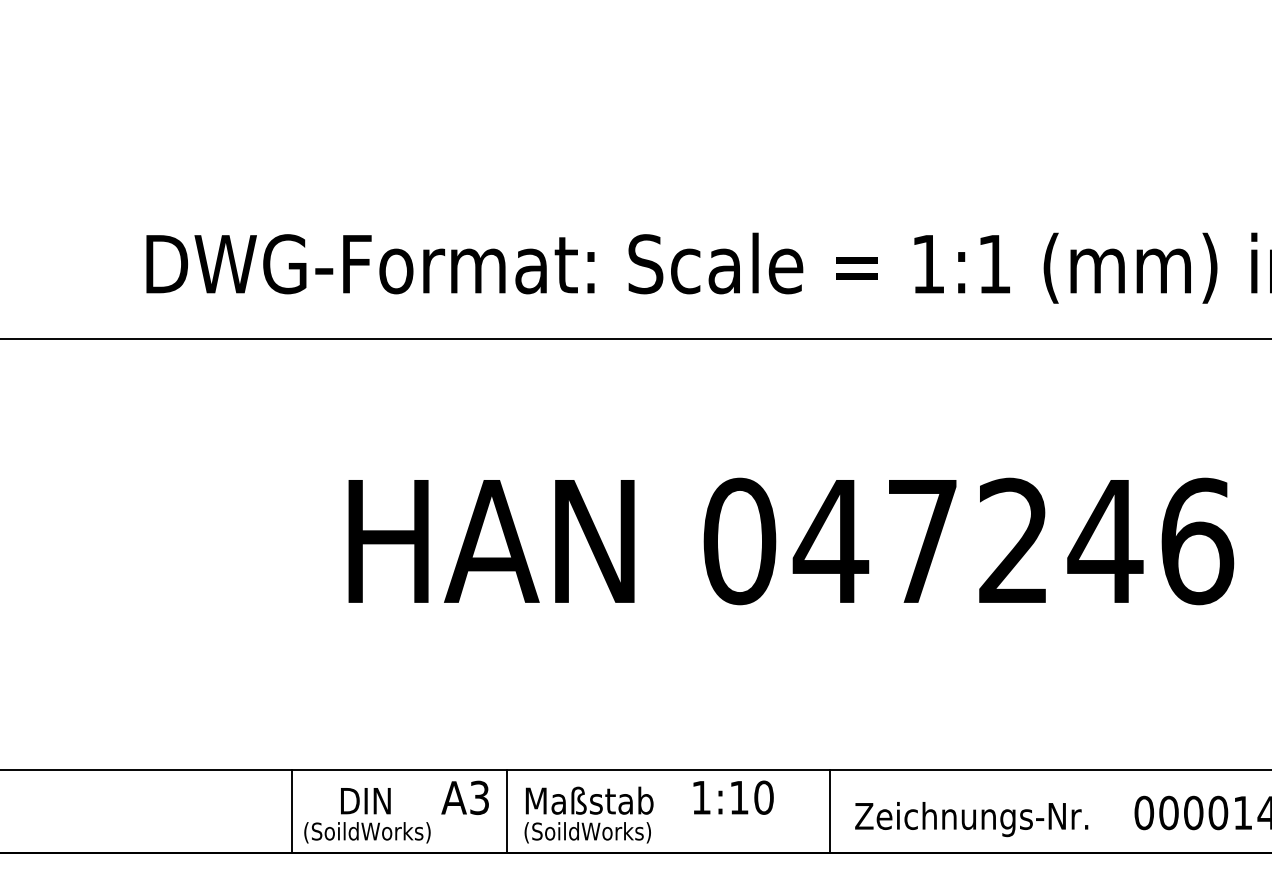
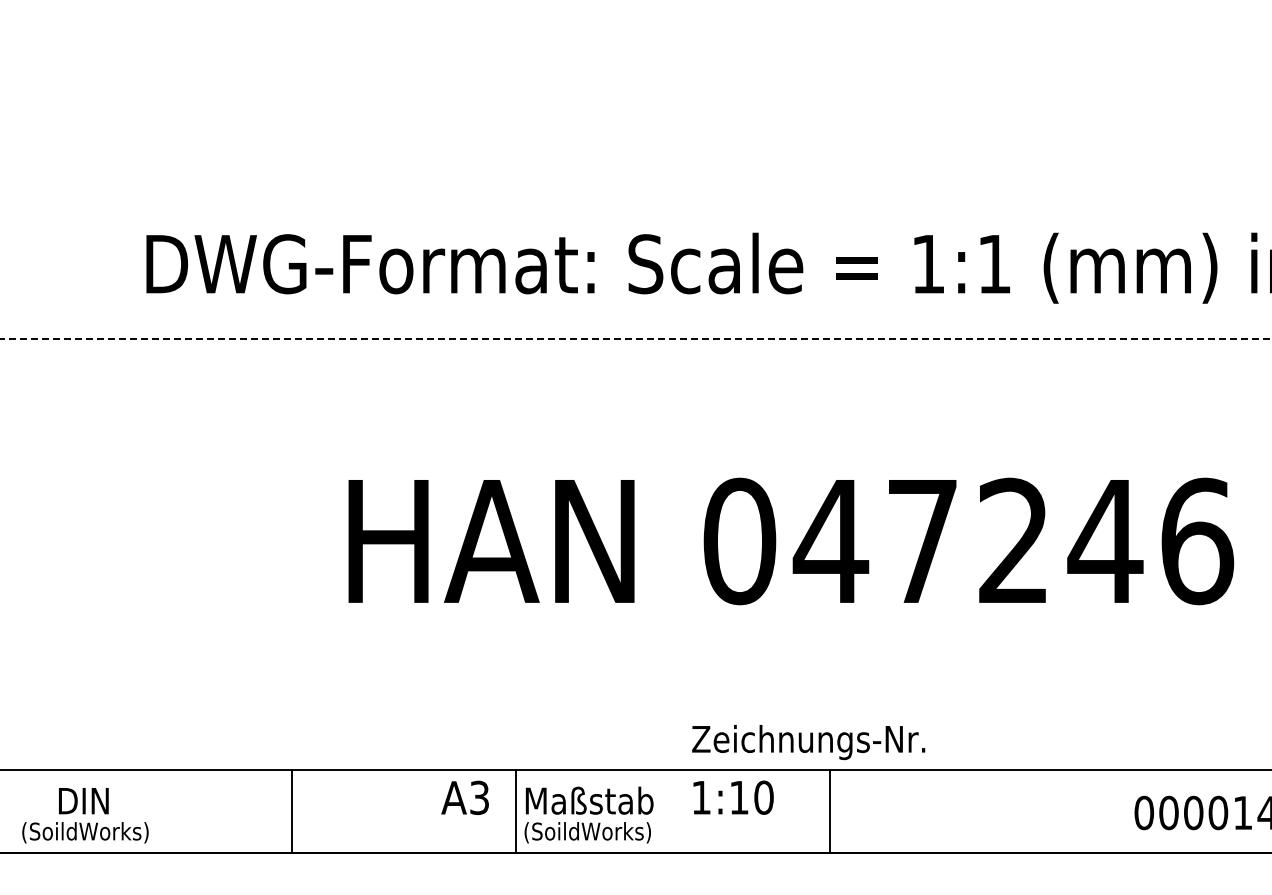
line at (636, 338): solid -> dashed
line at (506, 811) position: (506, 811) -> (515, 811)
text at (367, 815) position: (367, 815) -> (85, 815)
text at (971, 819) position: (971, 819) -> (808, 742)
